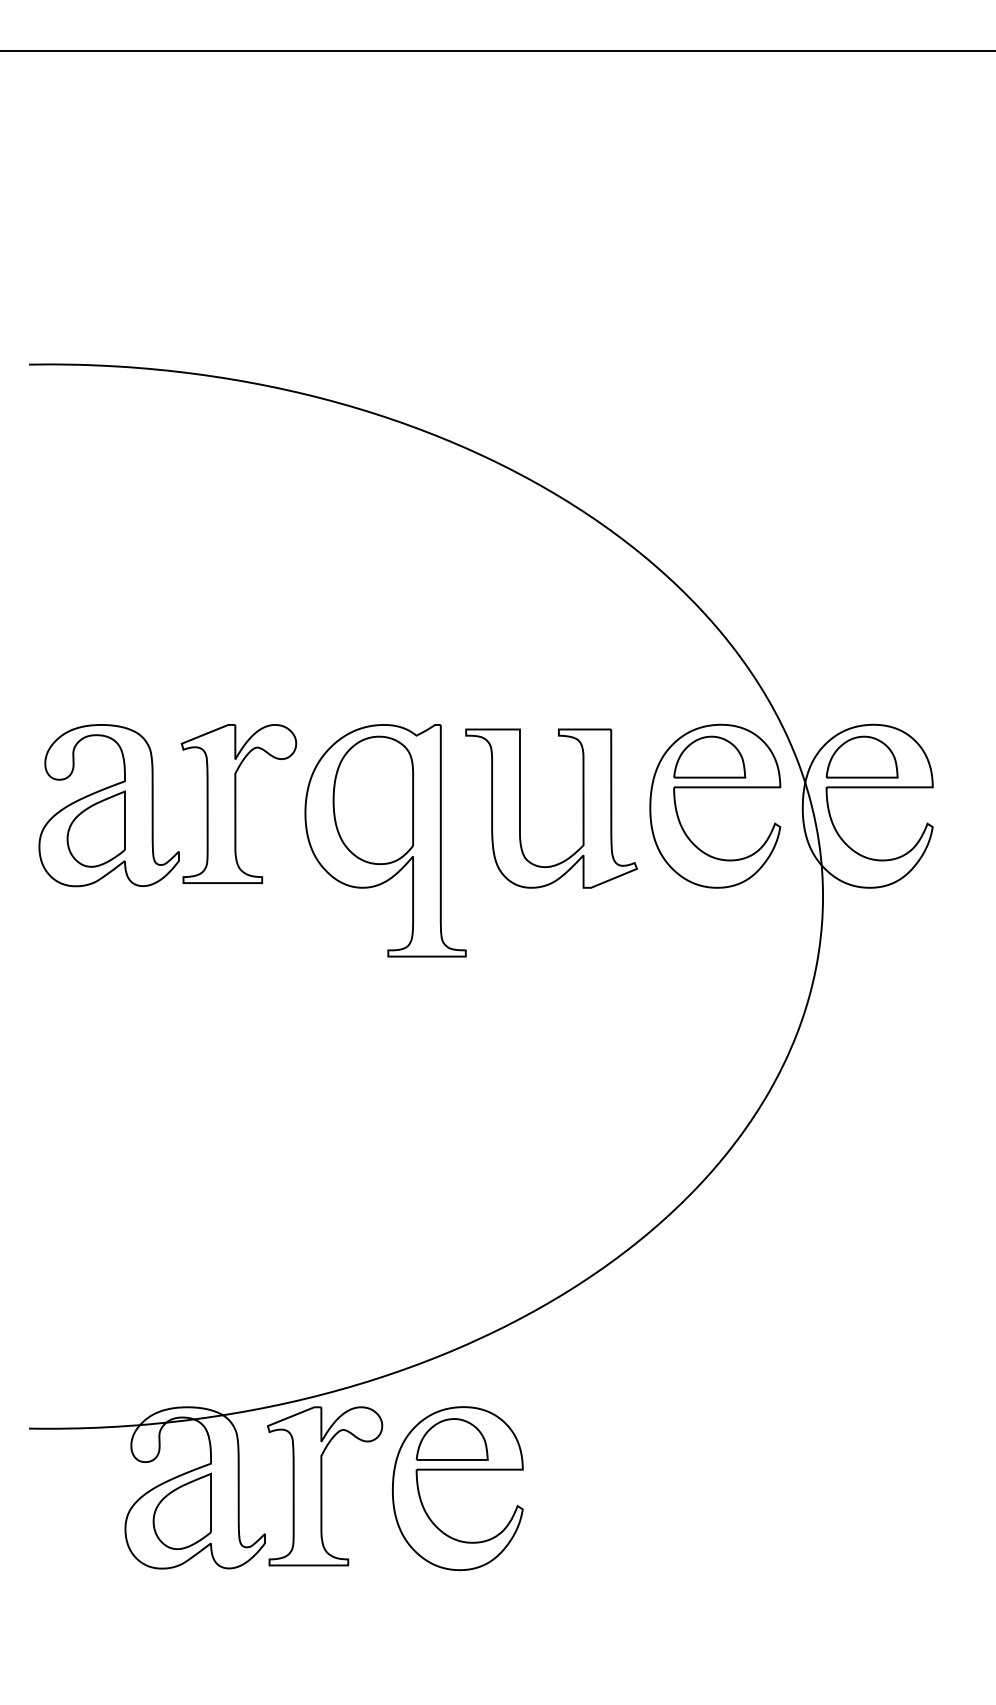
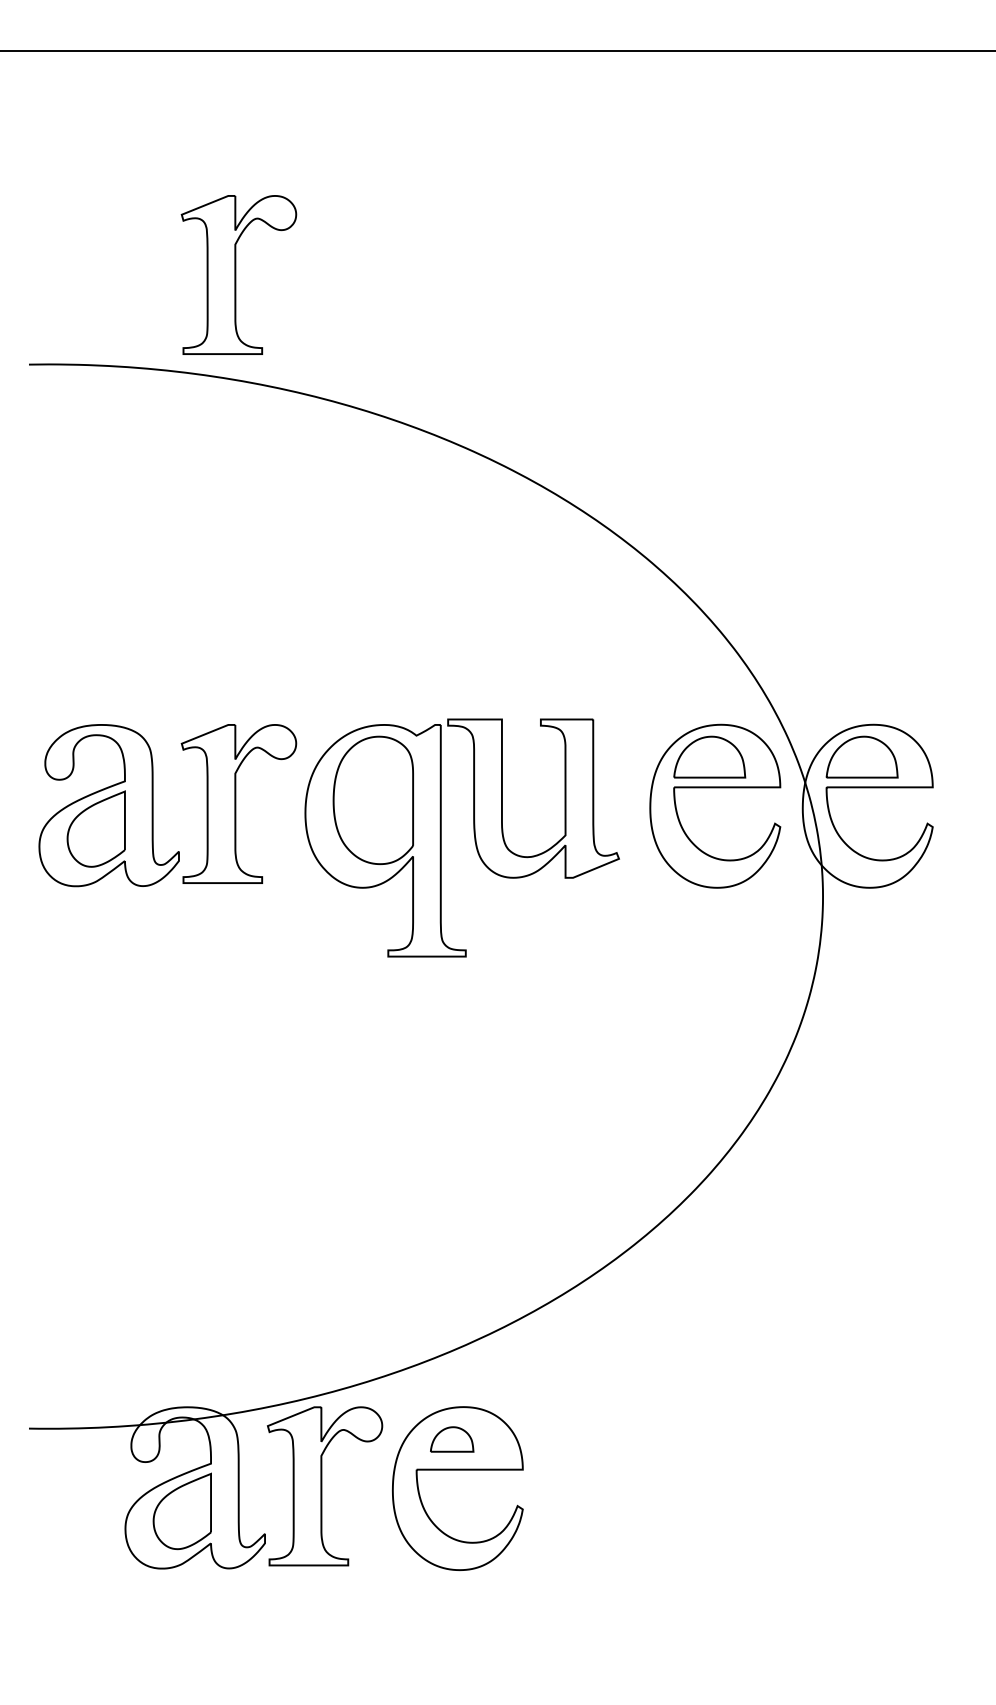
part at (238, 274): none -> present
part at (520, 808) position: (520, 808) -> (502, 798)
part at (451, 1439) size: 74x43 px -> 45x27 px
